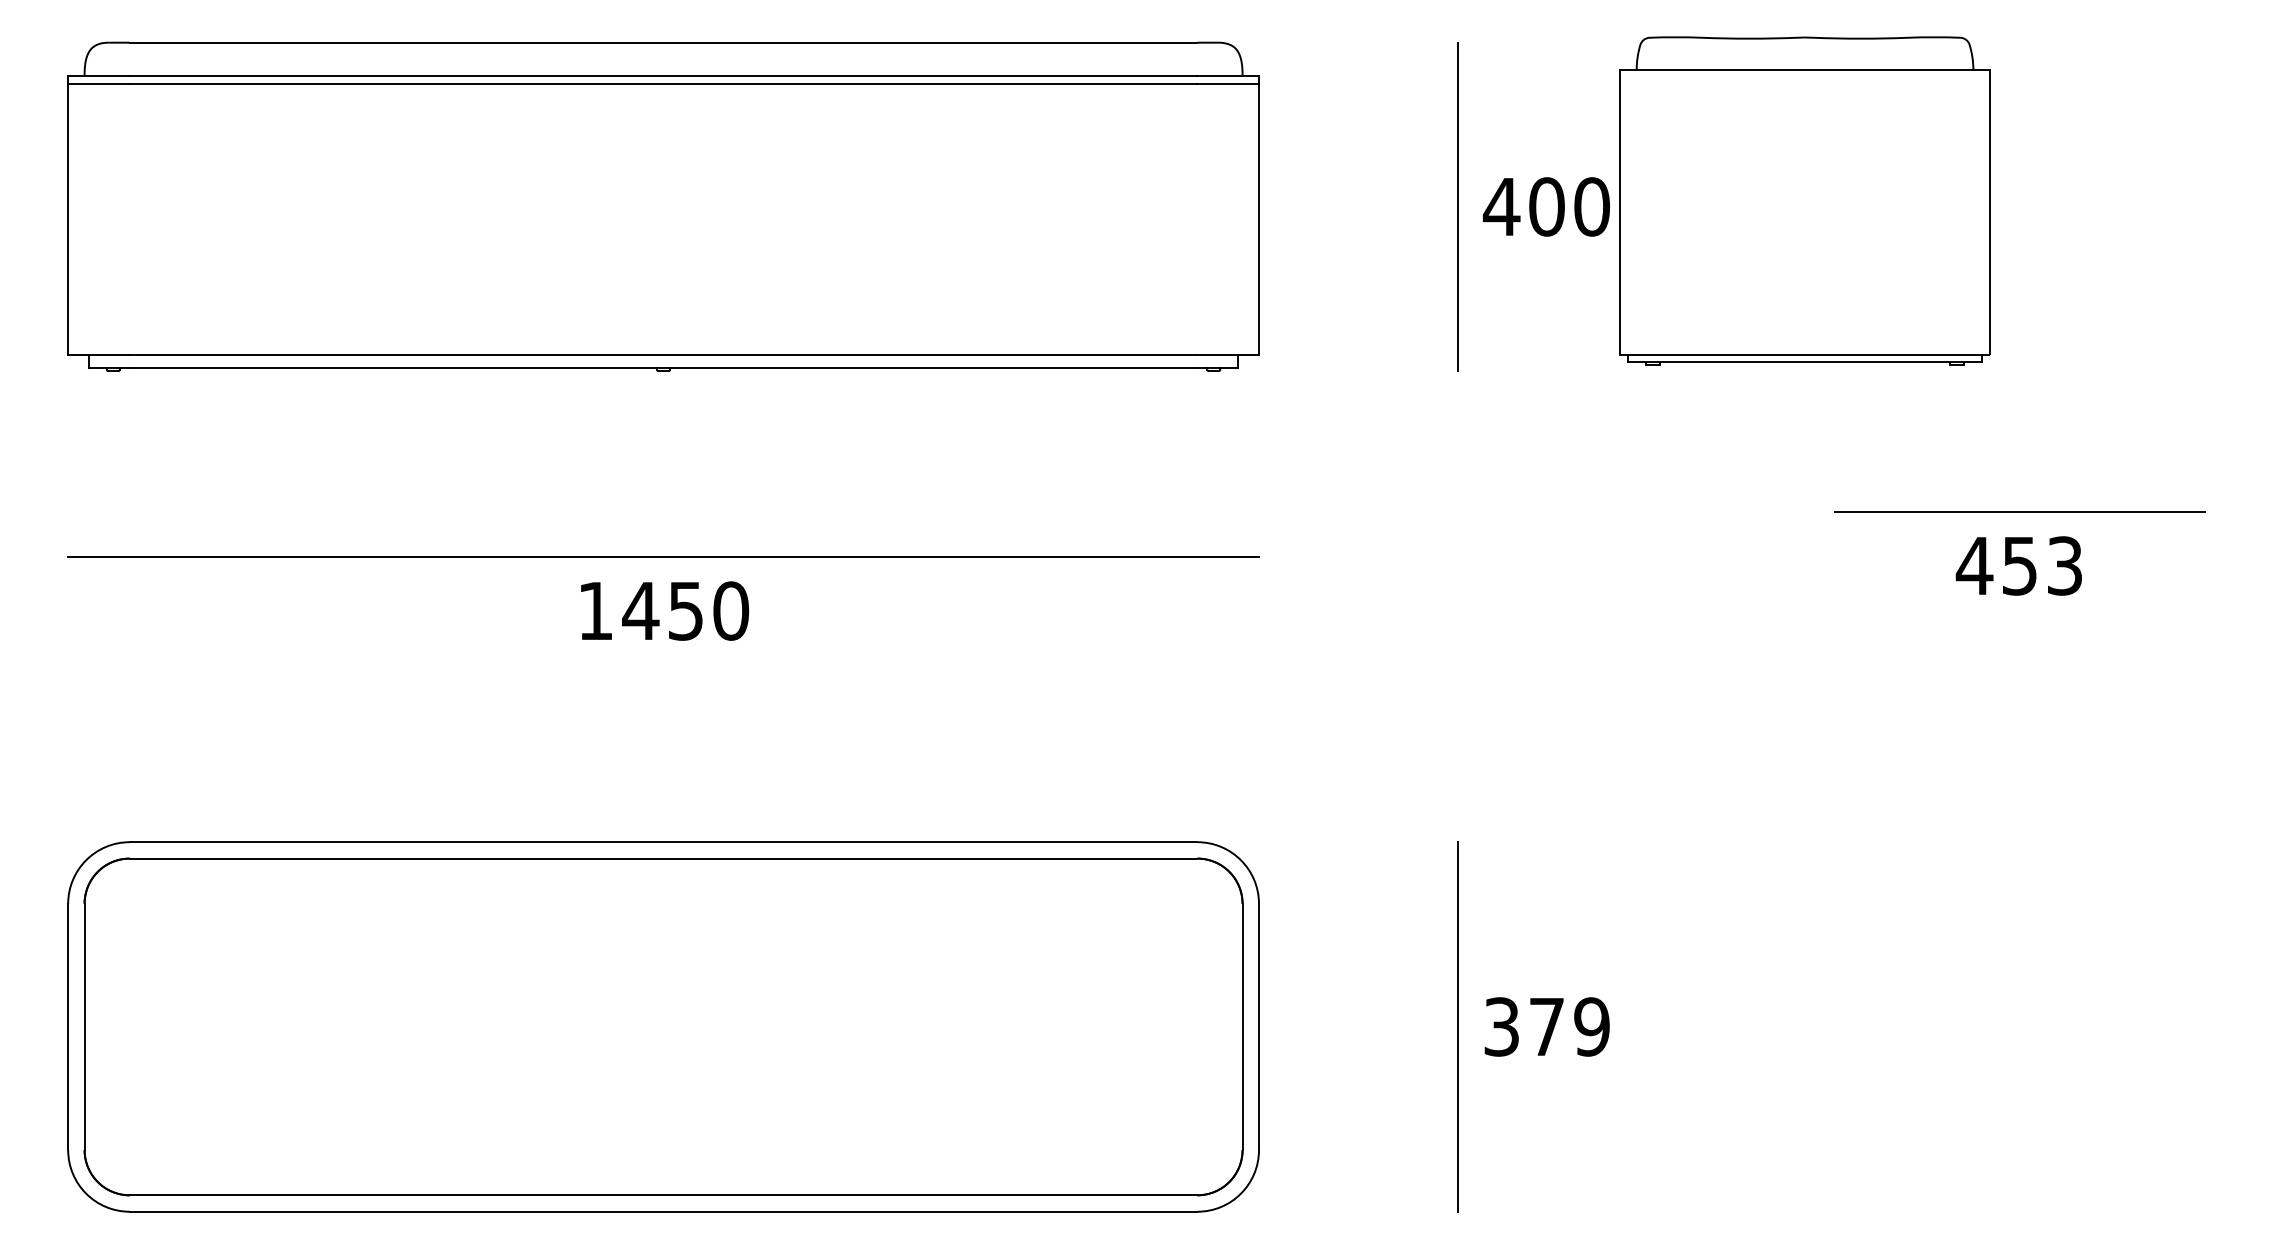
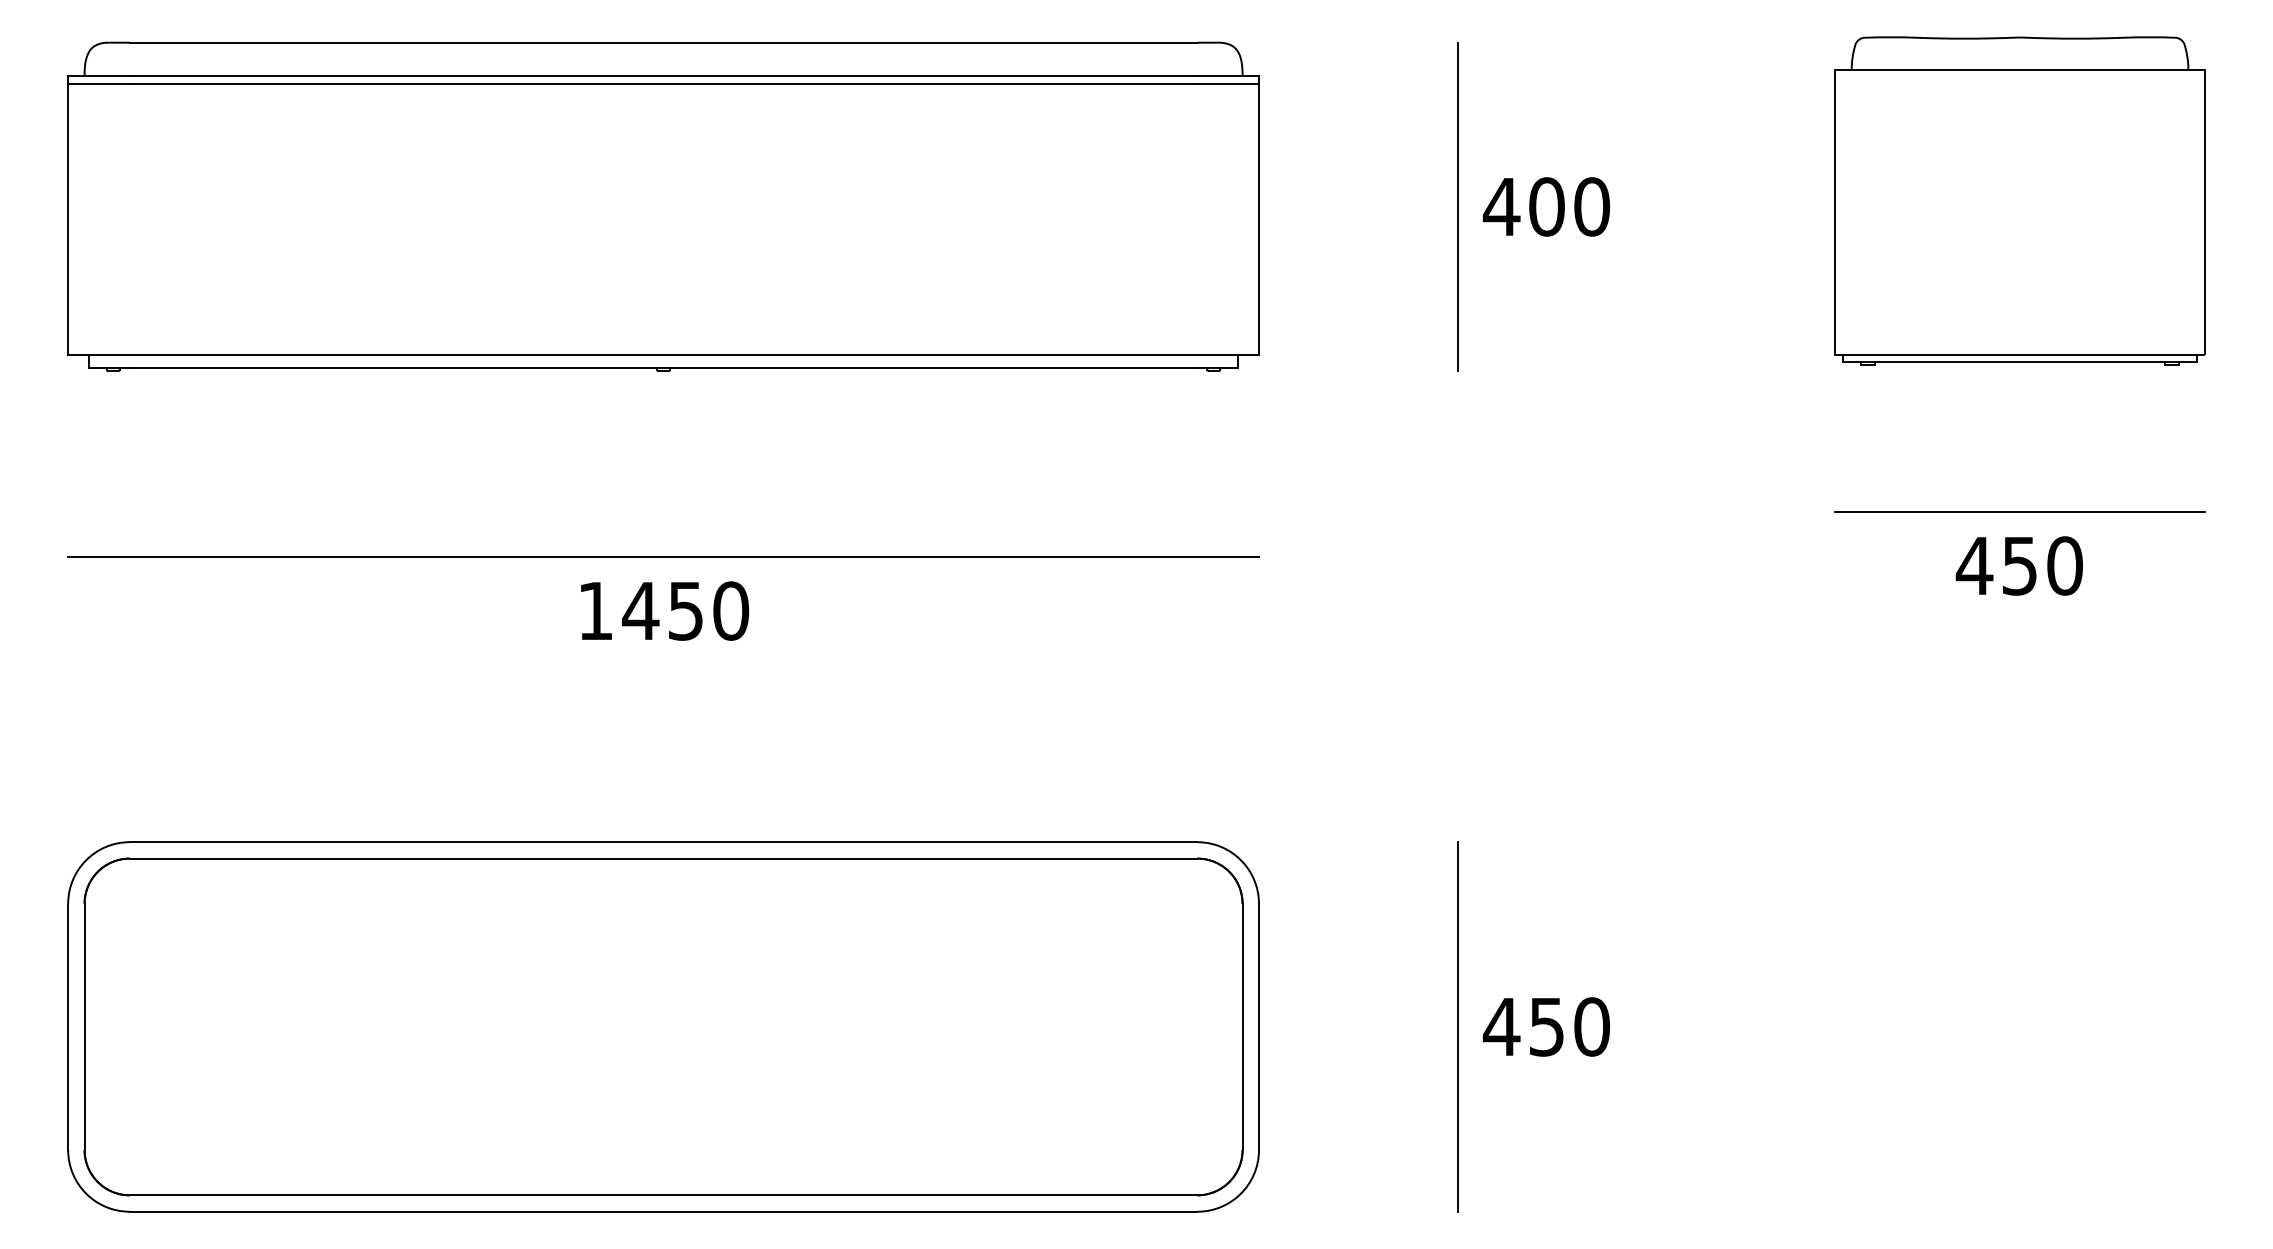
part at (1804, 200) position: (1804, 200) -> (2019, 200)
text at (2064, 565): 453 -> 450
text at (1545, 1026): 379 -> 450
